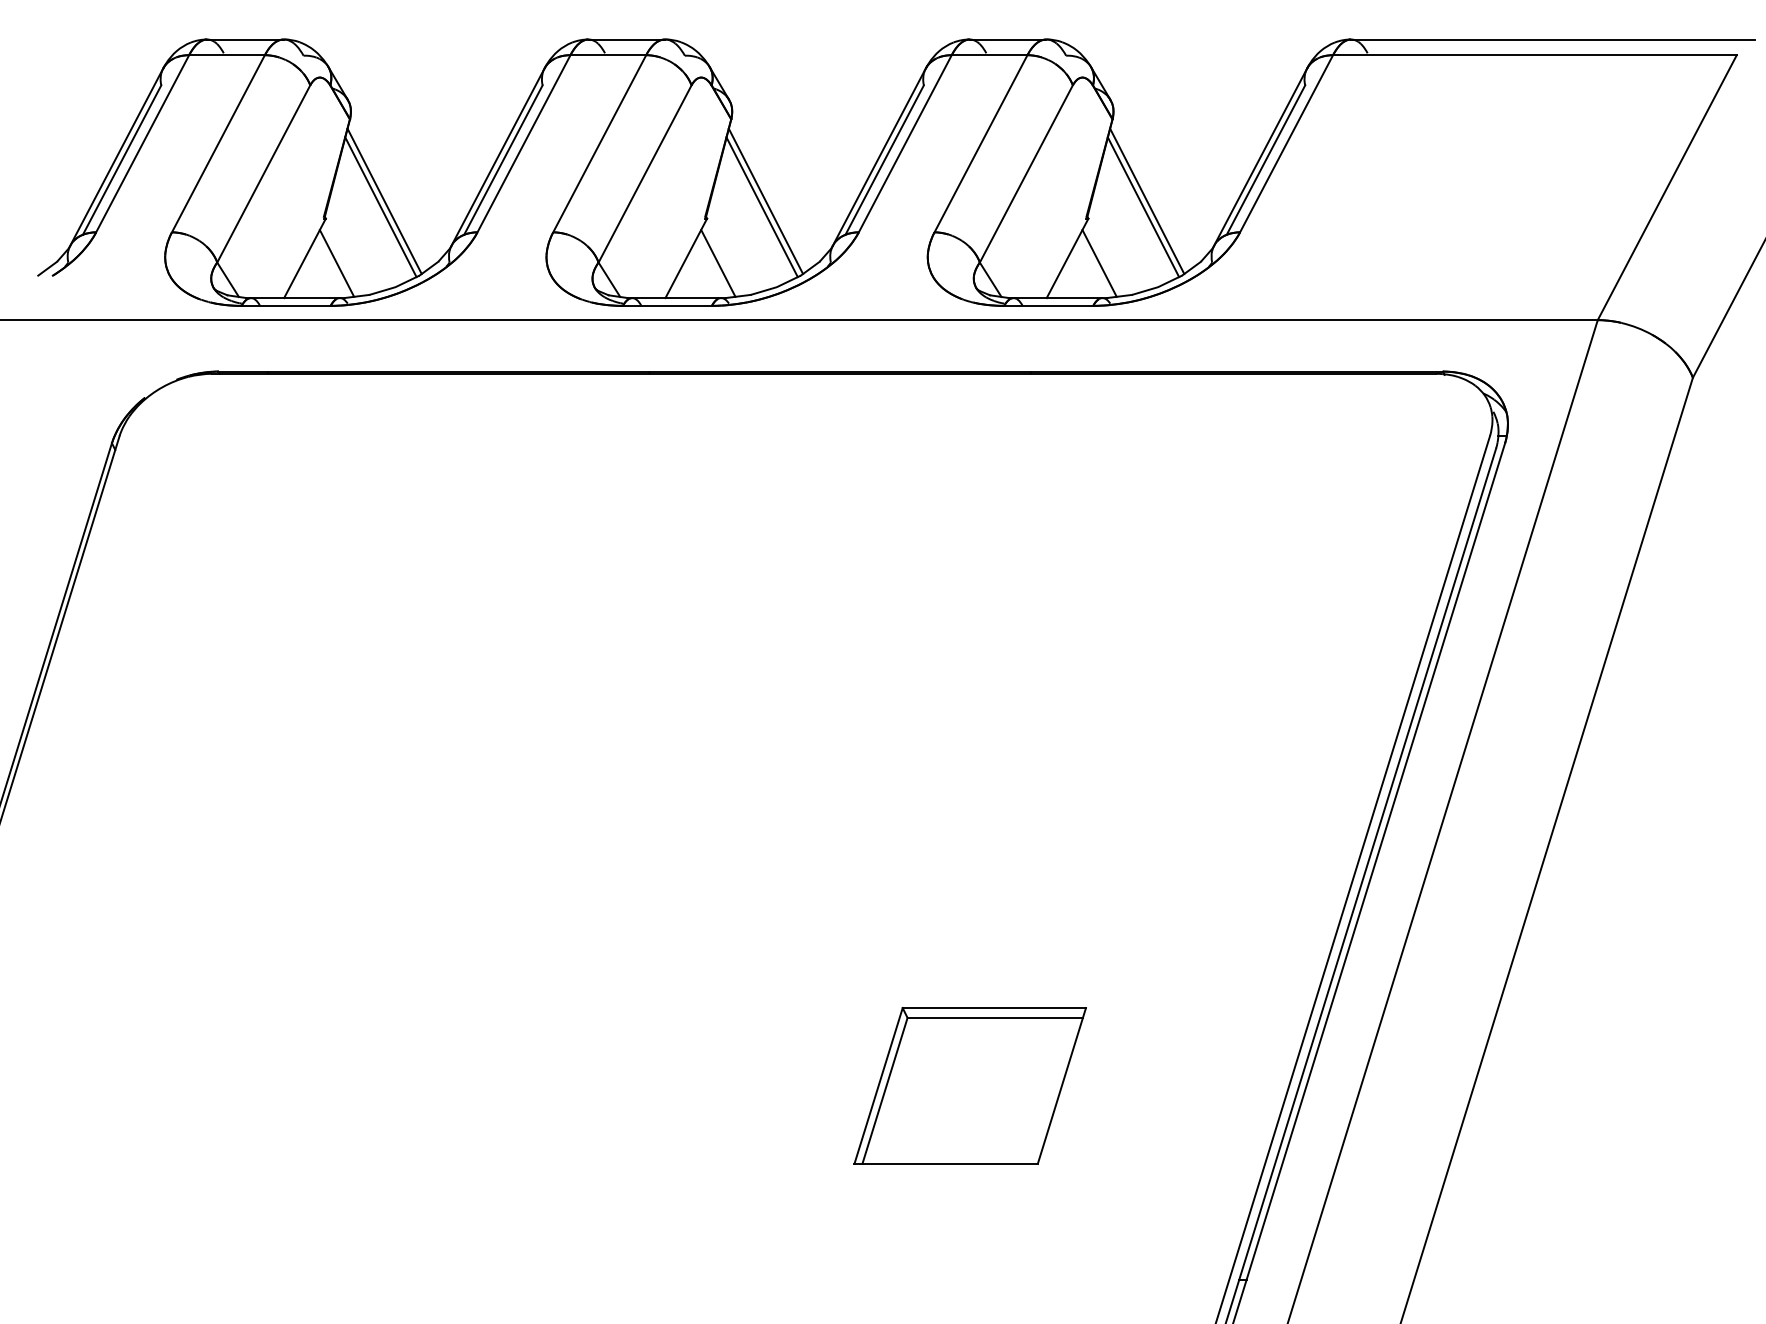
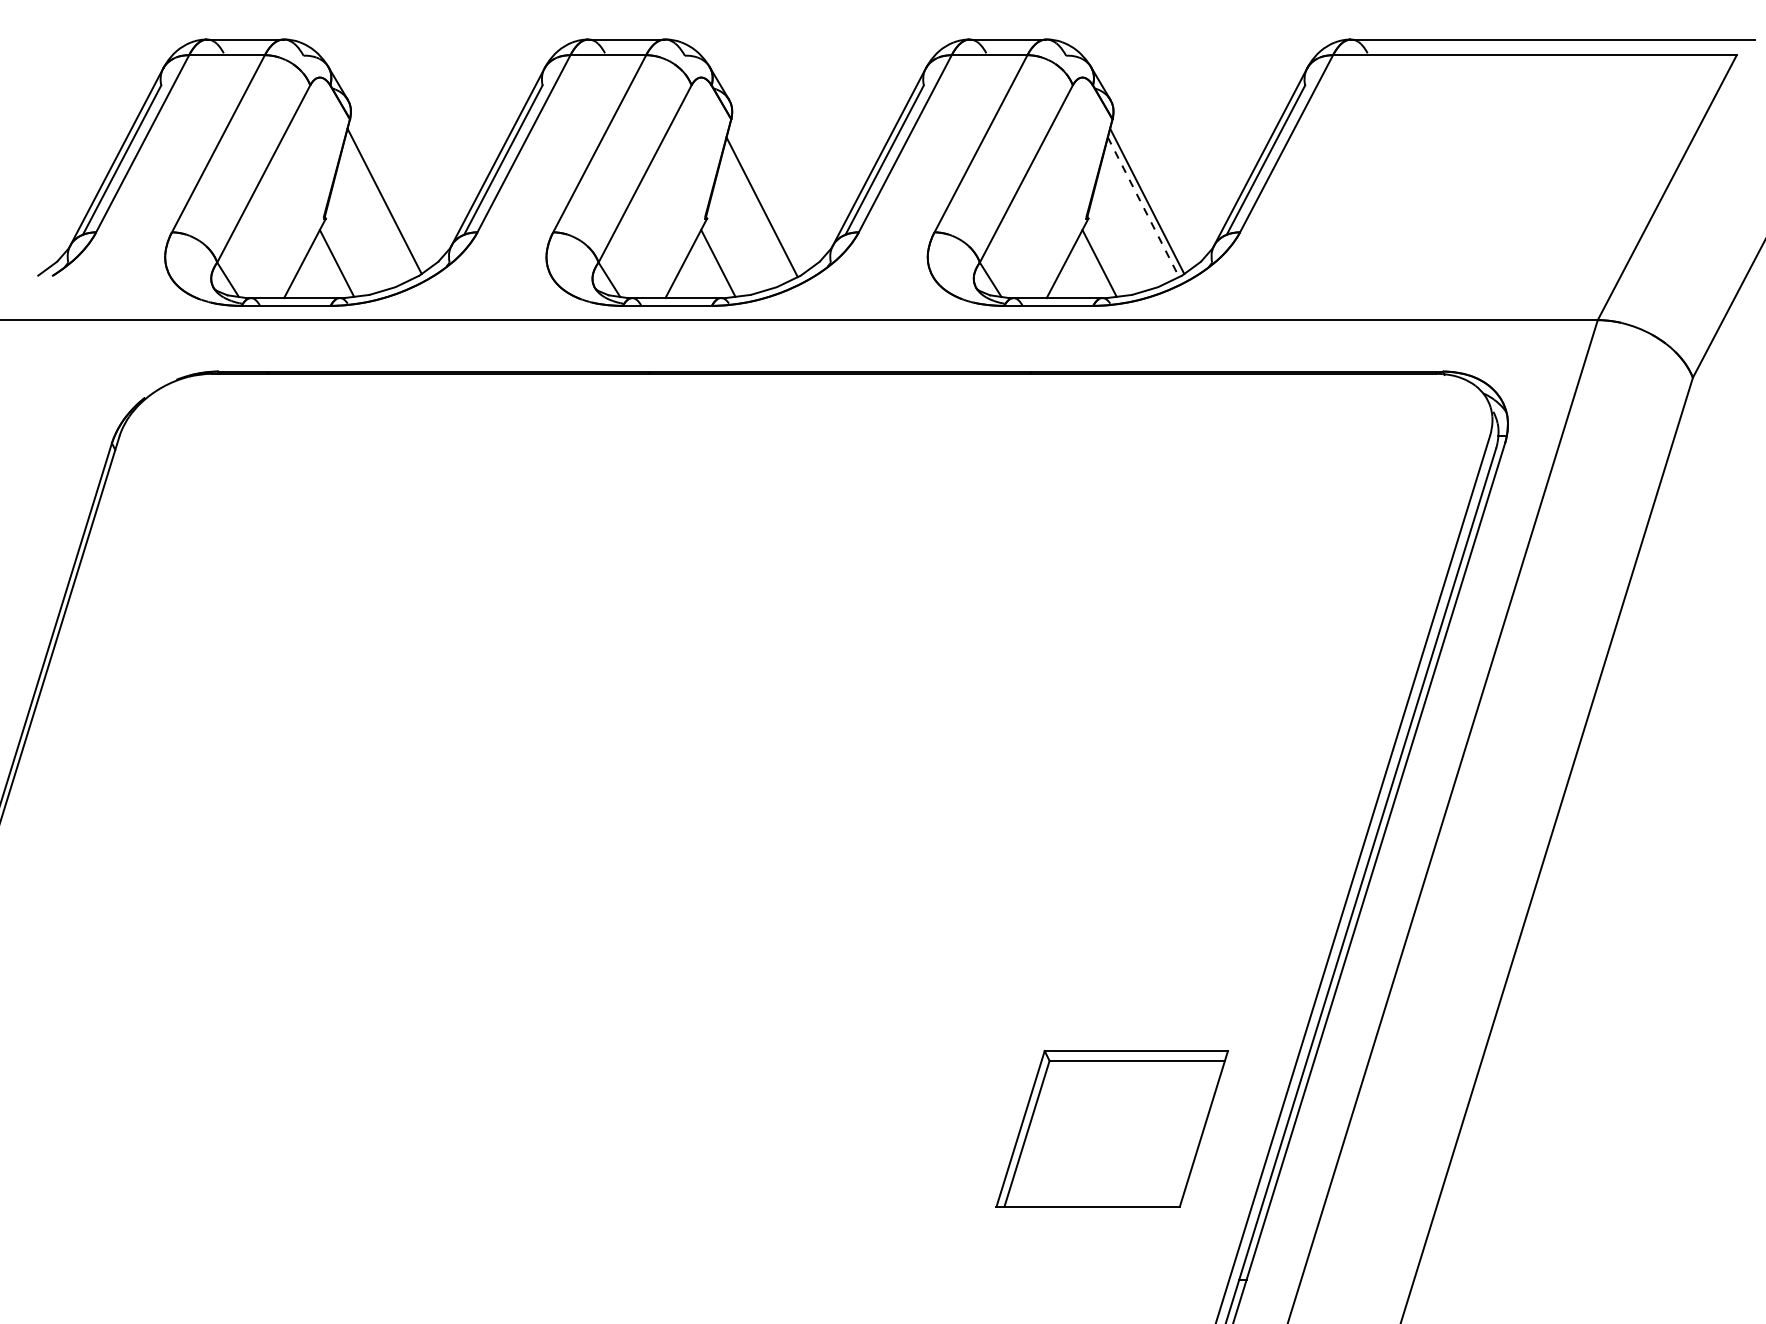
line at (765, 200): present -> none
line at (380, 207): present -> none
line at (1143, 207): solid -> dashed
part at (969, 1085) position: (969, 1085) -> (1111, 1128)
